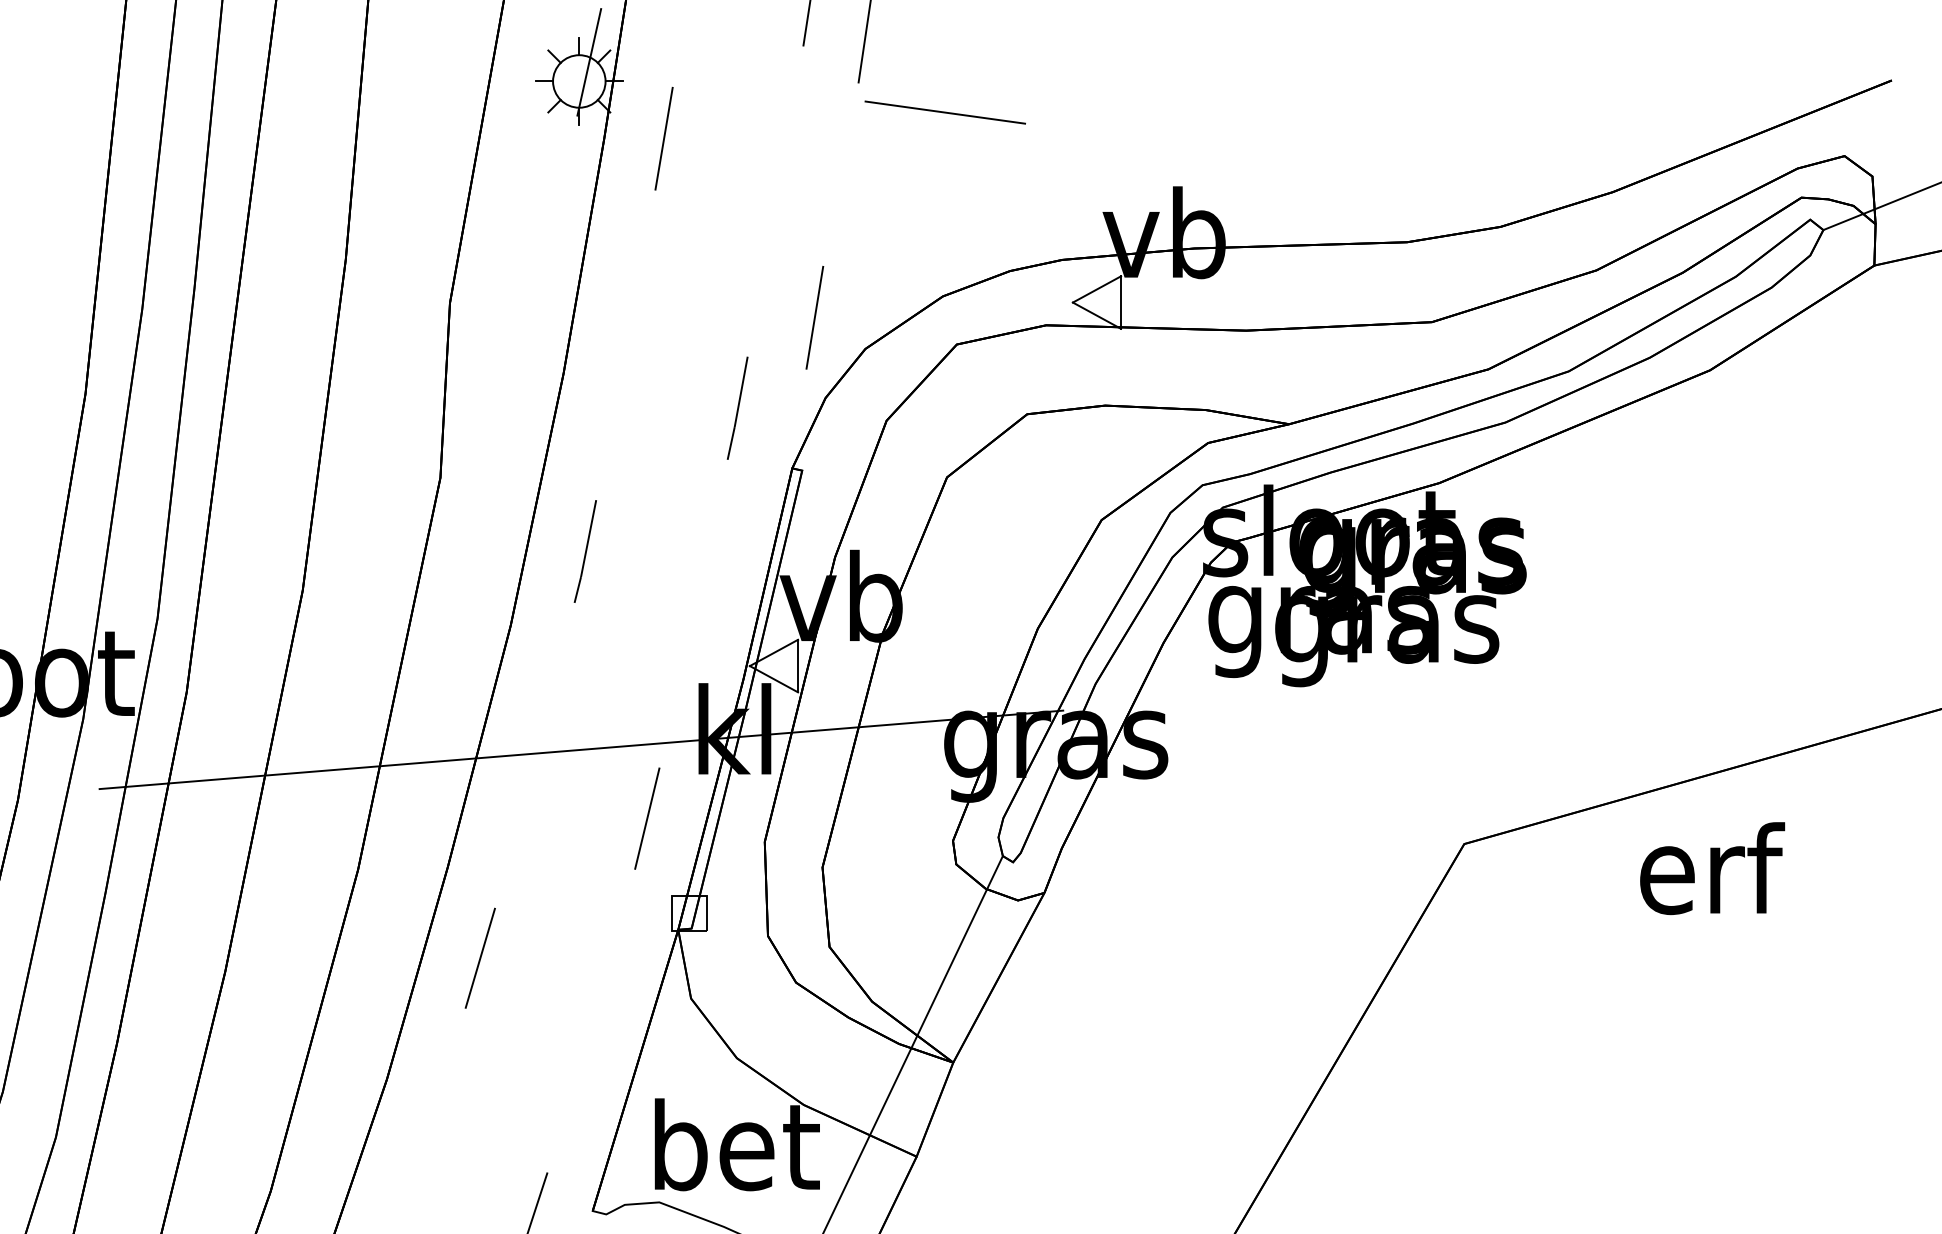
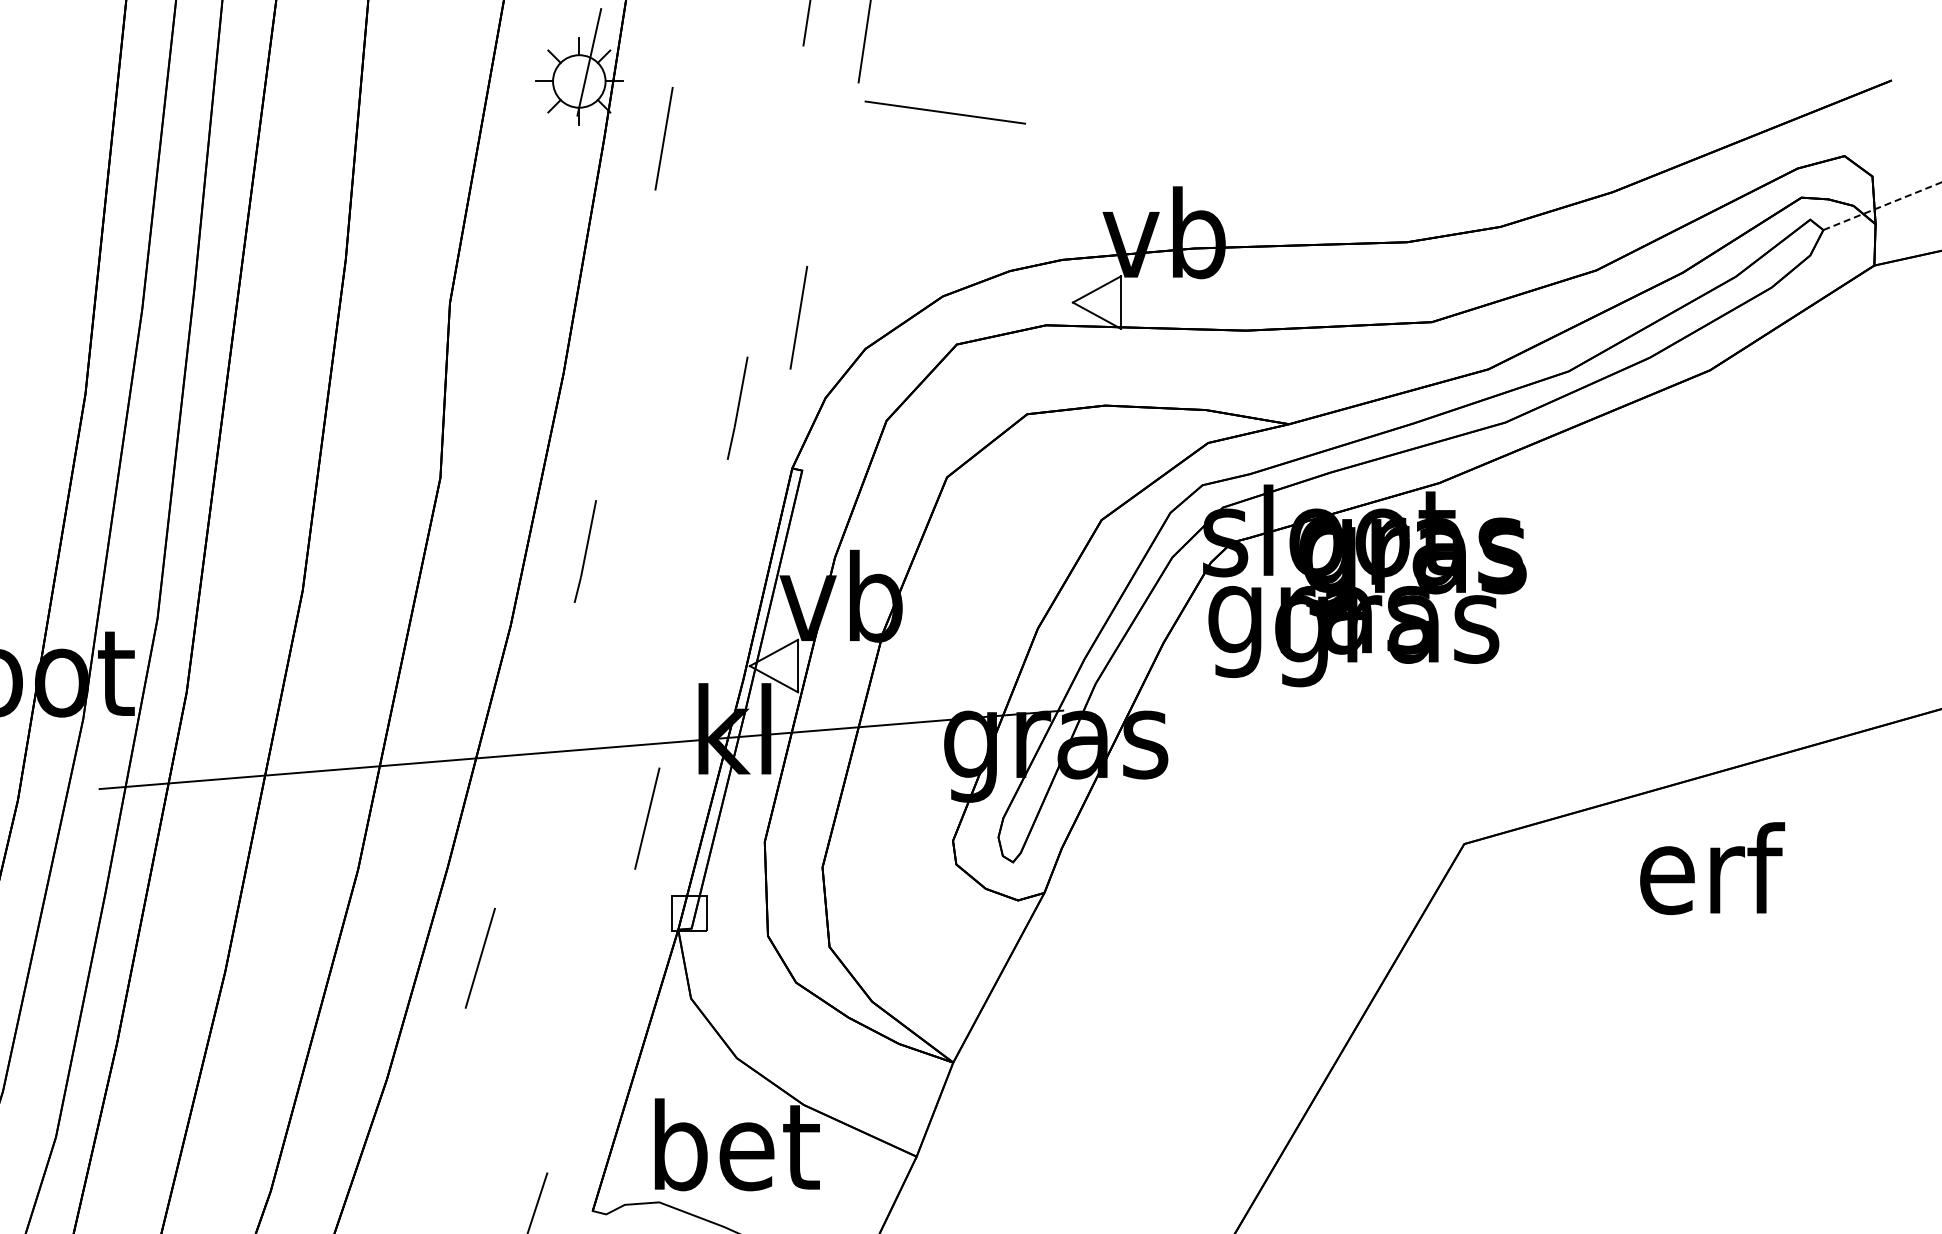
line at (1882, 206): solid -> dashed
line at (814, 317) position: (814, 317) -> (798, 317)
line at (913, 1043): present -> none
